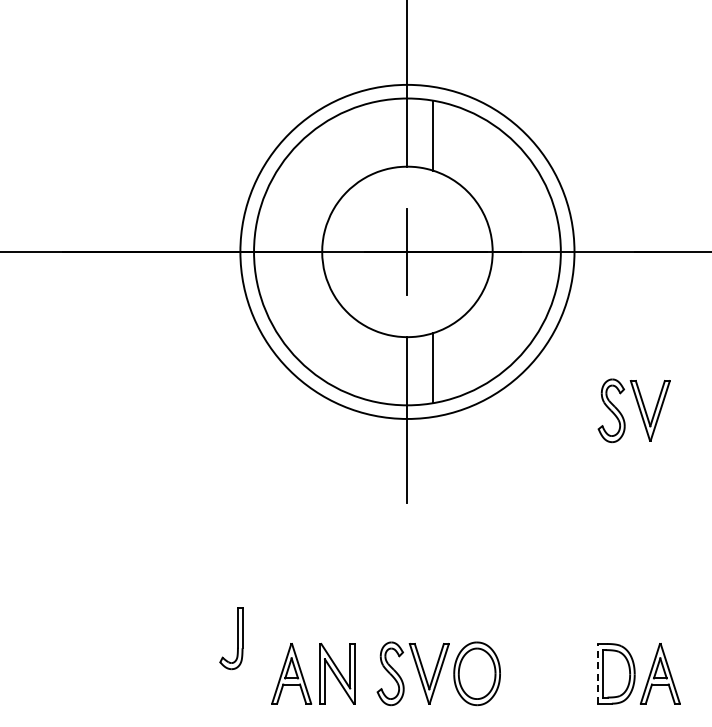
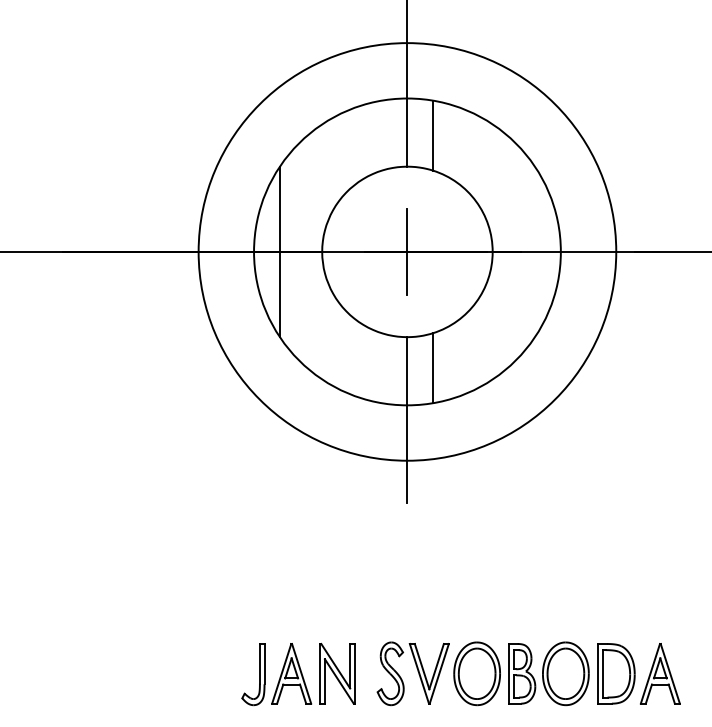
line at (279, 251): none -> present
circle at (407, 251) diameter: 334 px -> 418 px
part at (633, 410): present -> none
part at (231, 638) position: (231, 638) -> (253, 674)
part at (548, 673): none -> present
line at (598, 673): dashed -> solid
